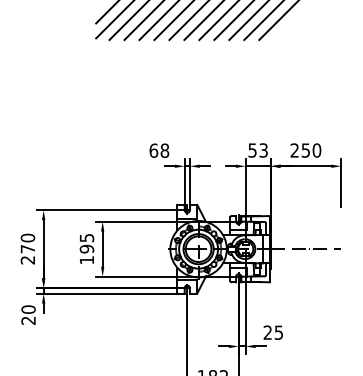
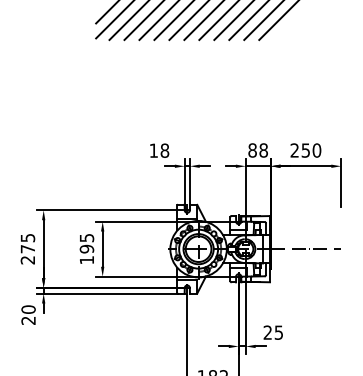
text at (153, 150): 68 -> 18
text at (257, 150): 53 -> 88
text at (27, 237): 270 -> 275
